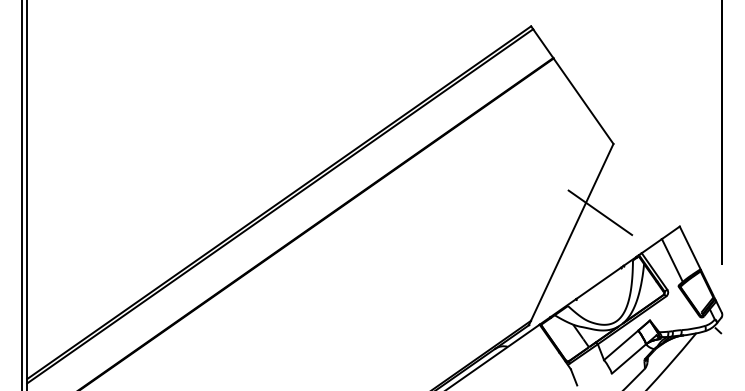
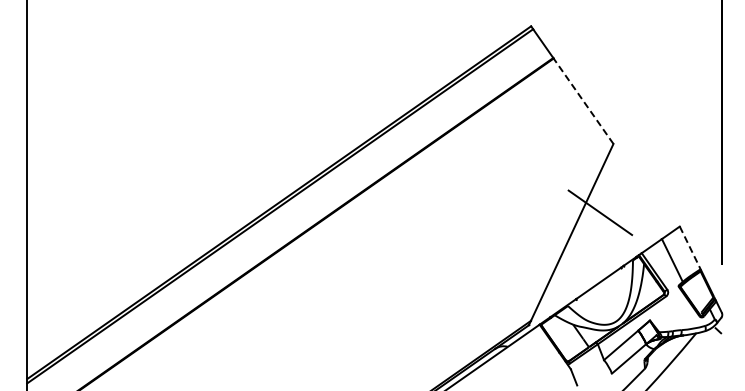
line at (583, 100): solid -> dashed
line at (22, 194): present -> none
line at (690, 247): solid -> dashed
